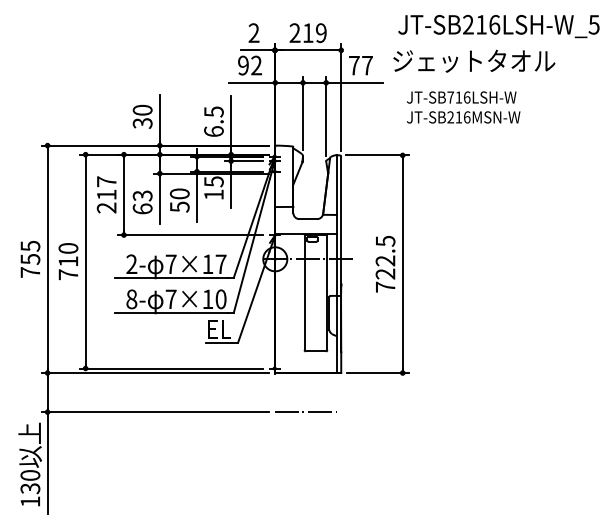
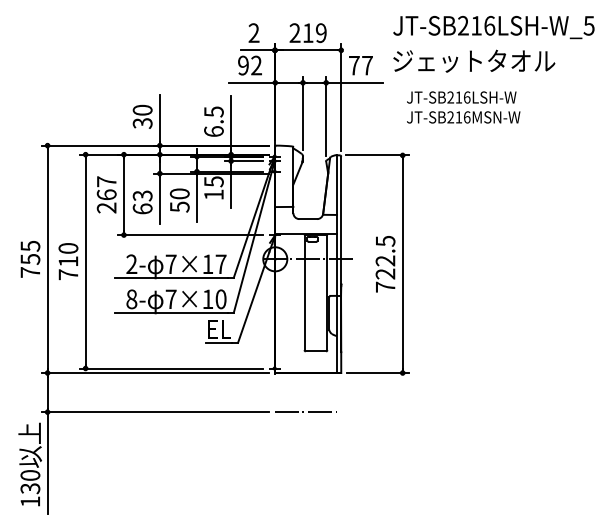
text at (498, 26) position: (498, 26) -> (493, 27)
text at (450, 97): JT-SB716LSH-W -> JT-SB216LSH-W
text at (106, 194): 217 -> 267
